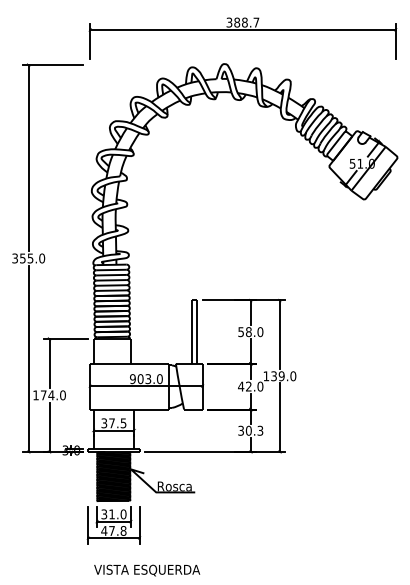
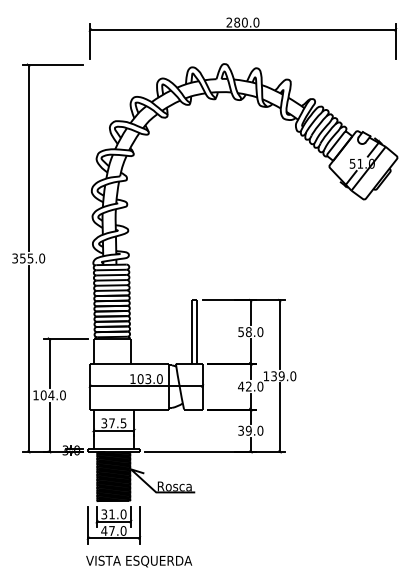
text at (242, 22): 388.7 -> 280.0
text at (132, 379): 903.0 -> 103.0
text at (43, 395): 174.0 -> 104.0
text at (254, 430): 30.3 -> 39.0
text at (123, 530): 47.8 -> 47.0
text at (147, 570) position: (147, 570) -> (139, 561)
